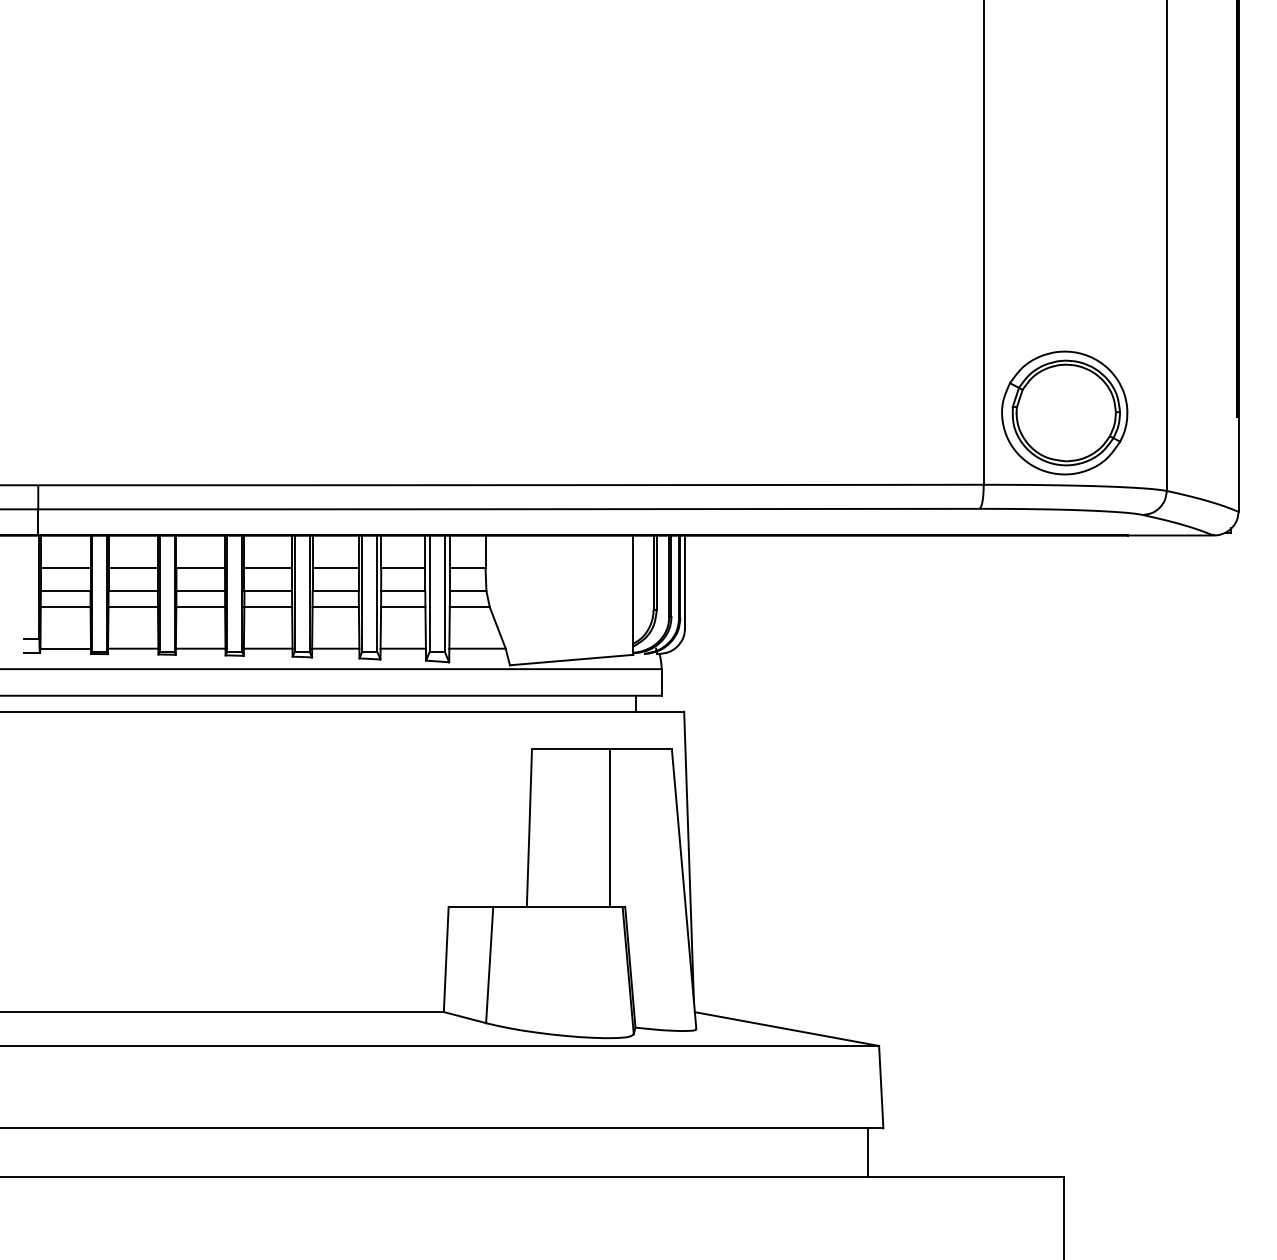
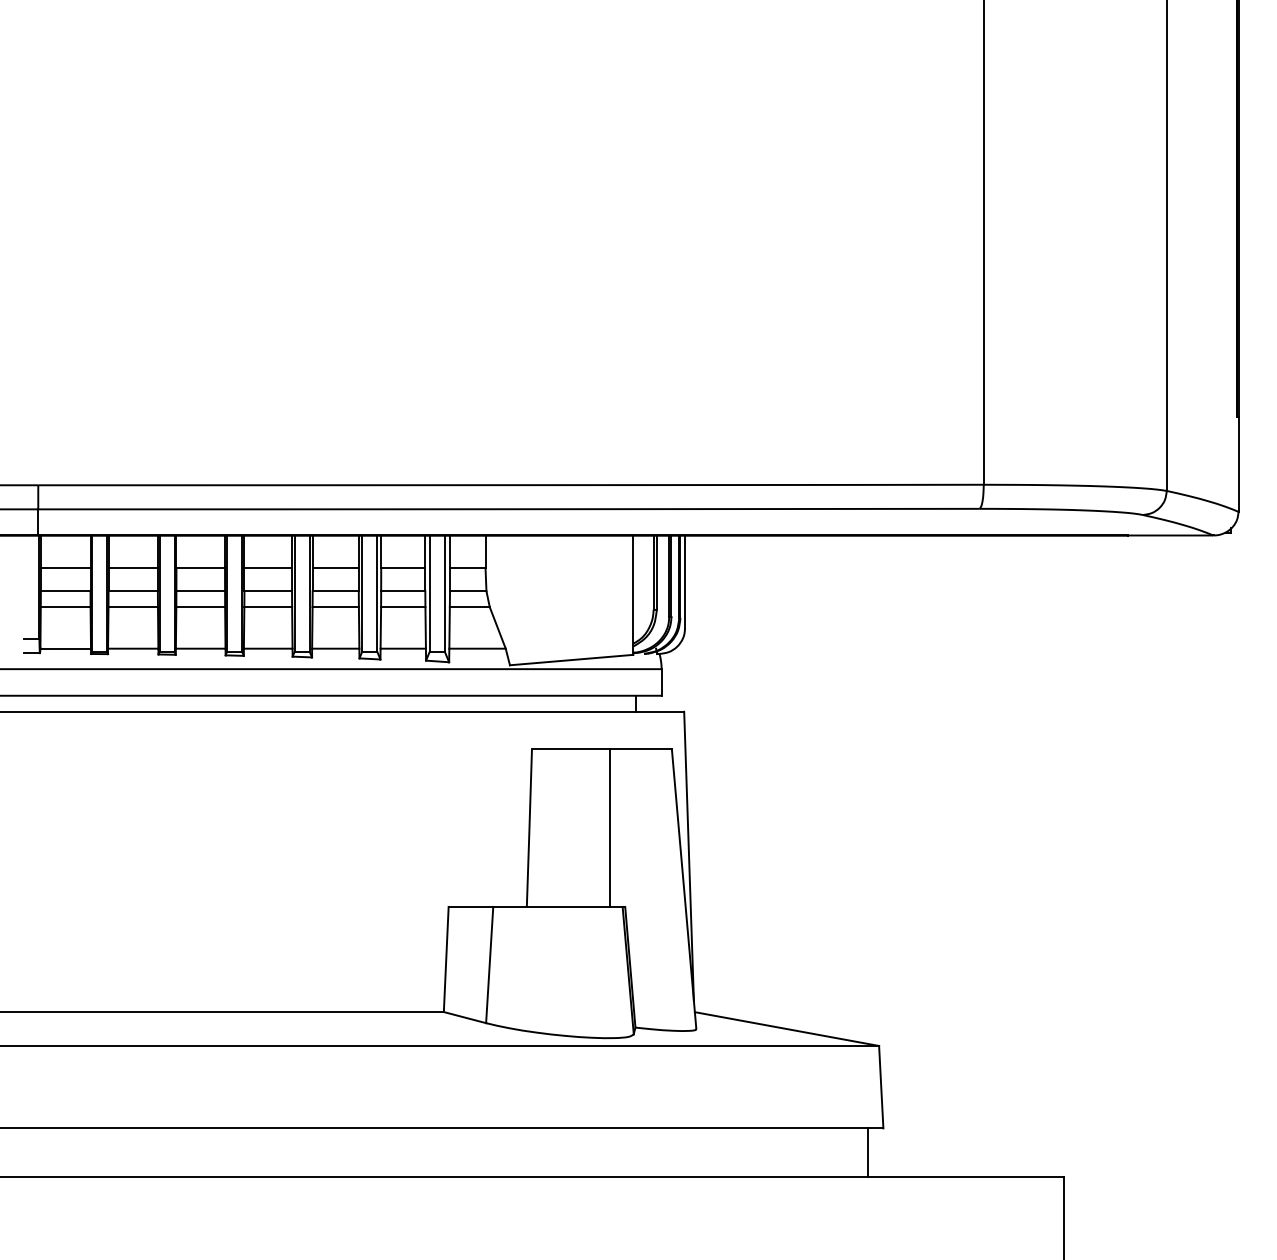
part at (1064, 412): present -> none
